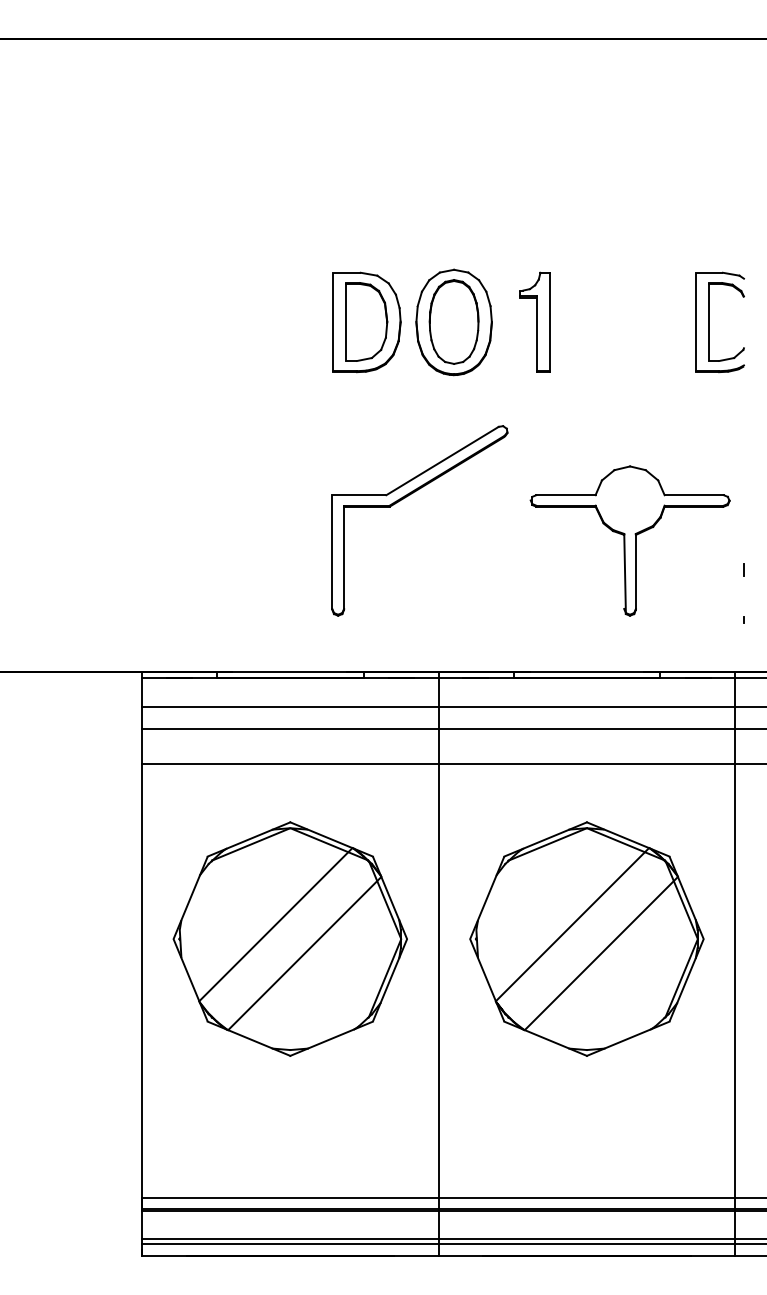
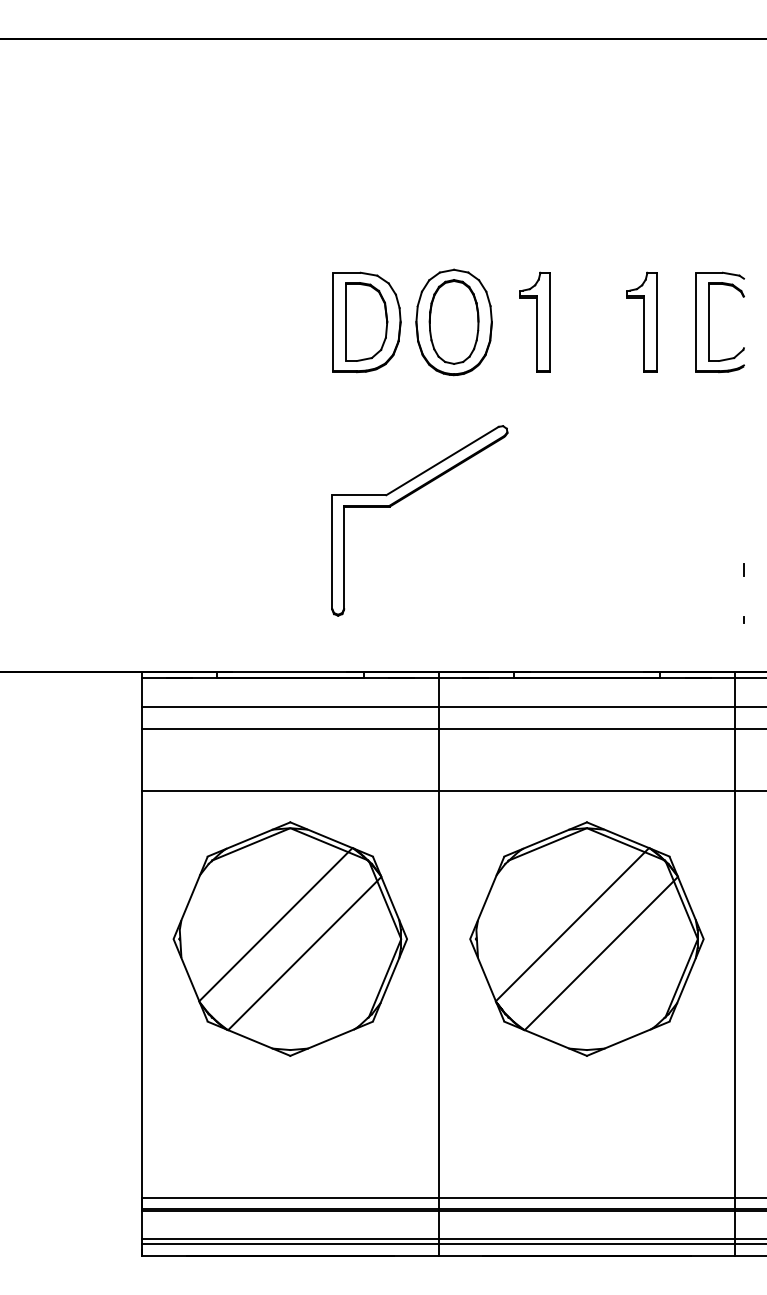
part at (641, 321): none -> present
part at (629, 540): present -> none
line at (452, 763) position: (452, 763) -> (452, 790)
